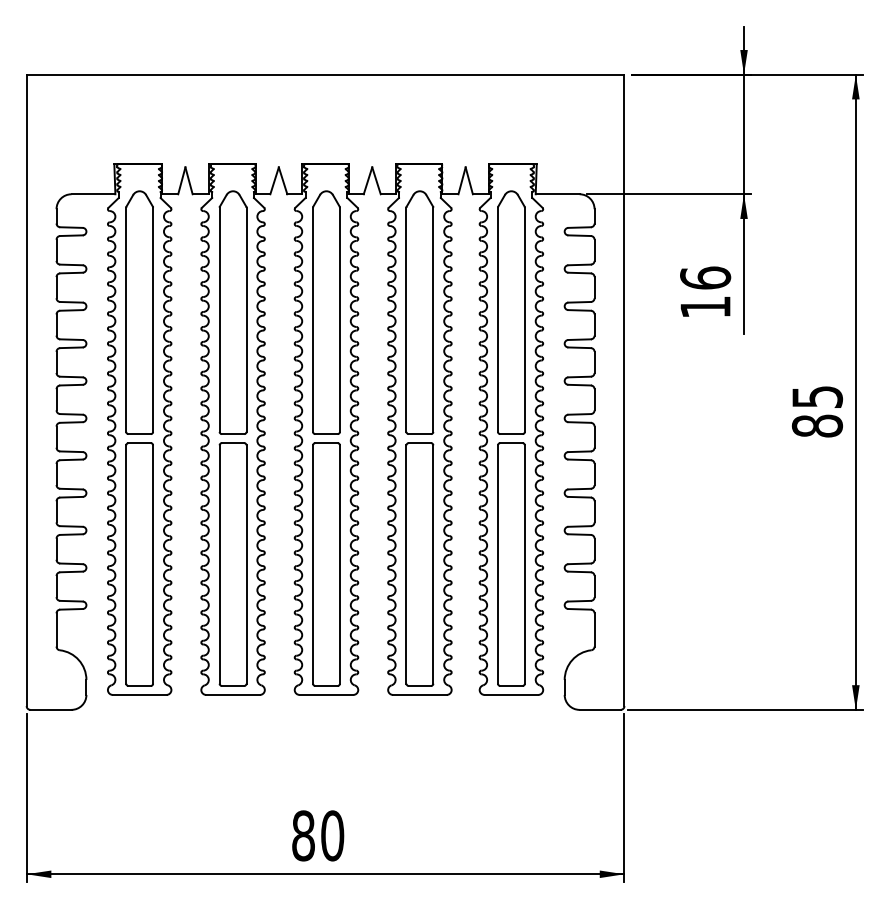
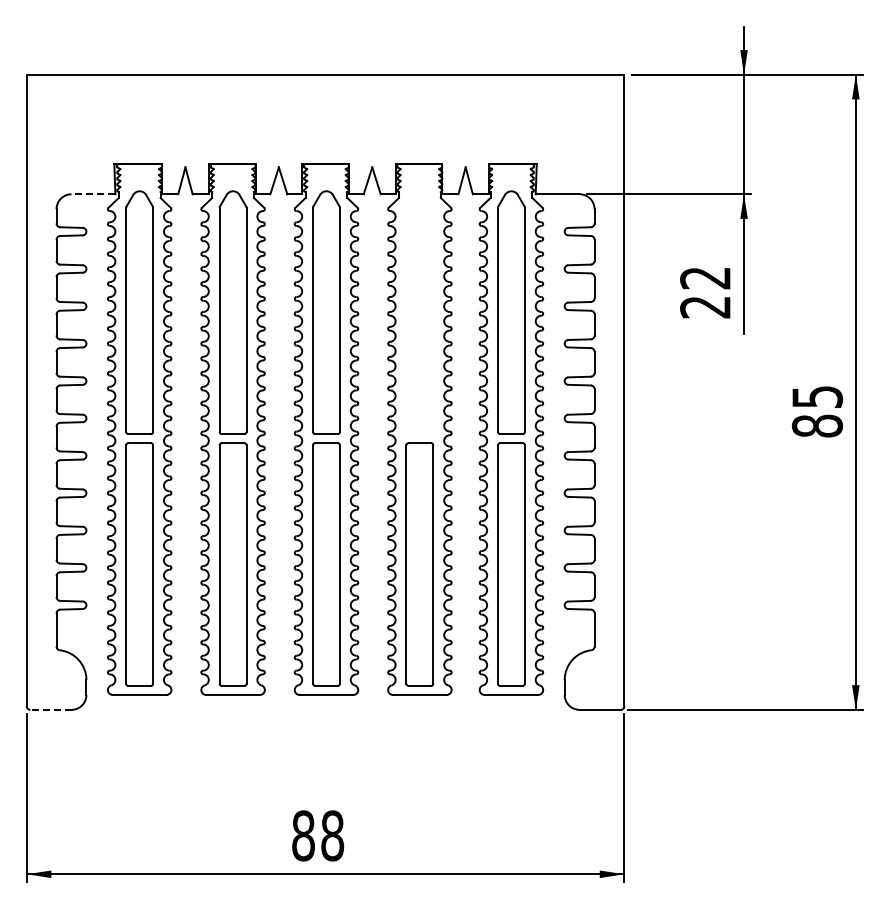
line at (93, 194): solid -> dashed
text at (705, 292): 16 -> 22
part at (419, 312): present -> none
line at (50, 709): solid -> dashed
text at (332, 835): 80 -> 88
